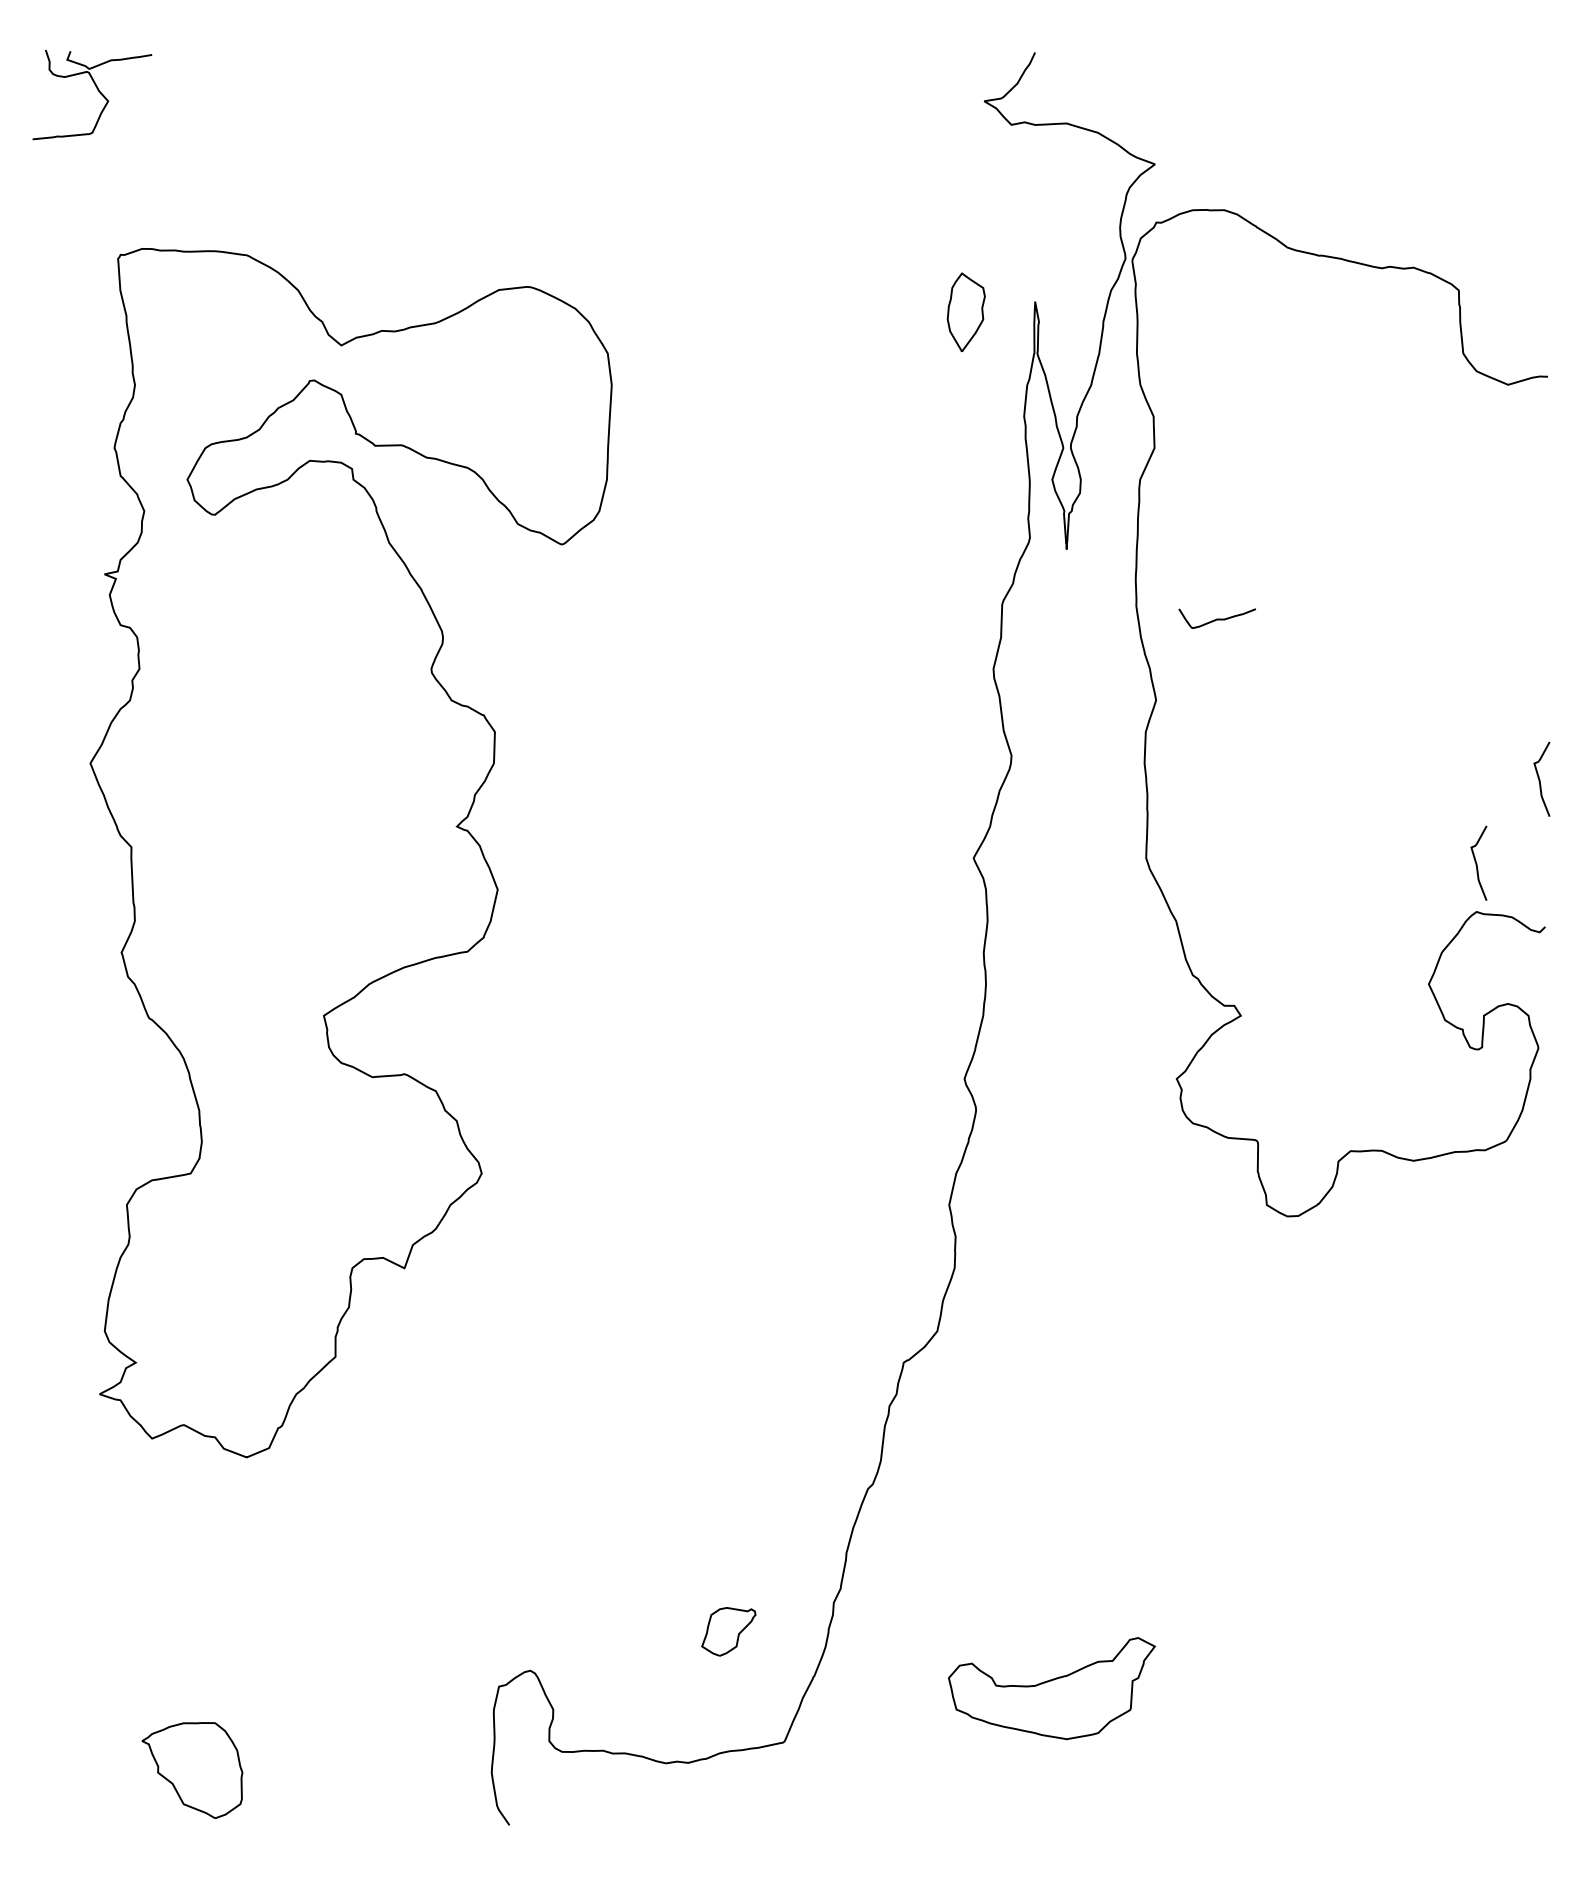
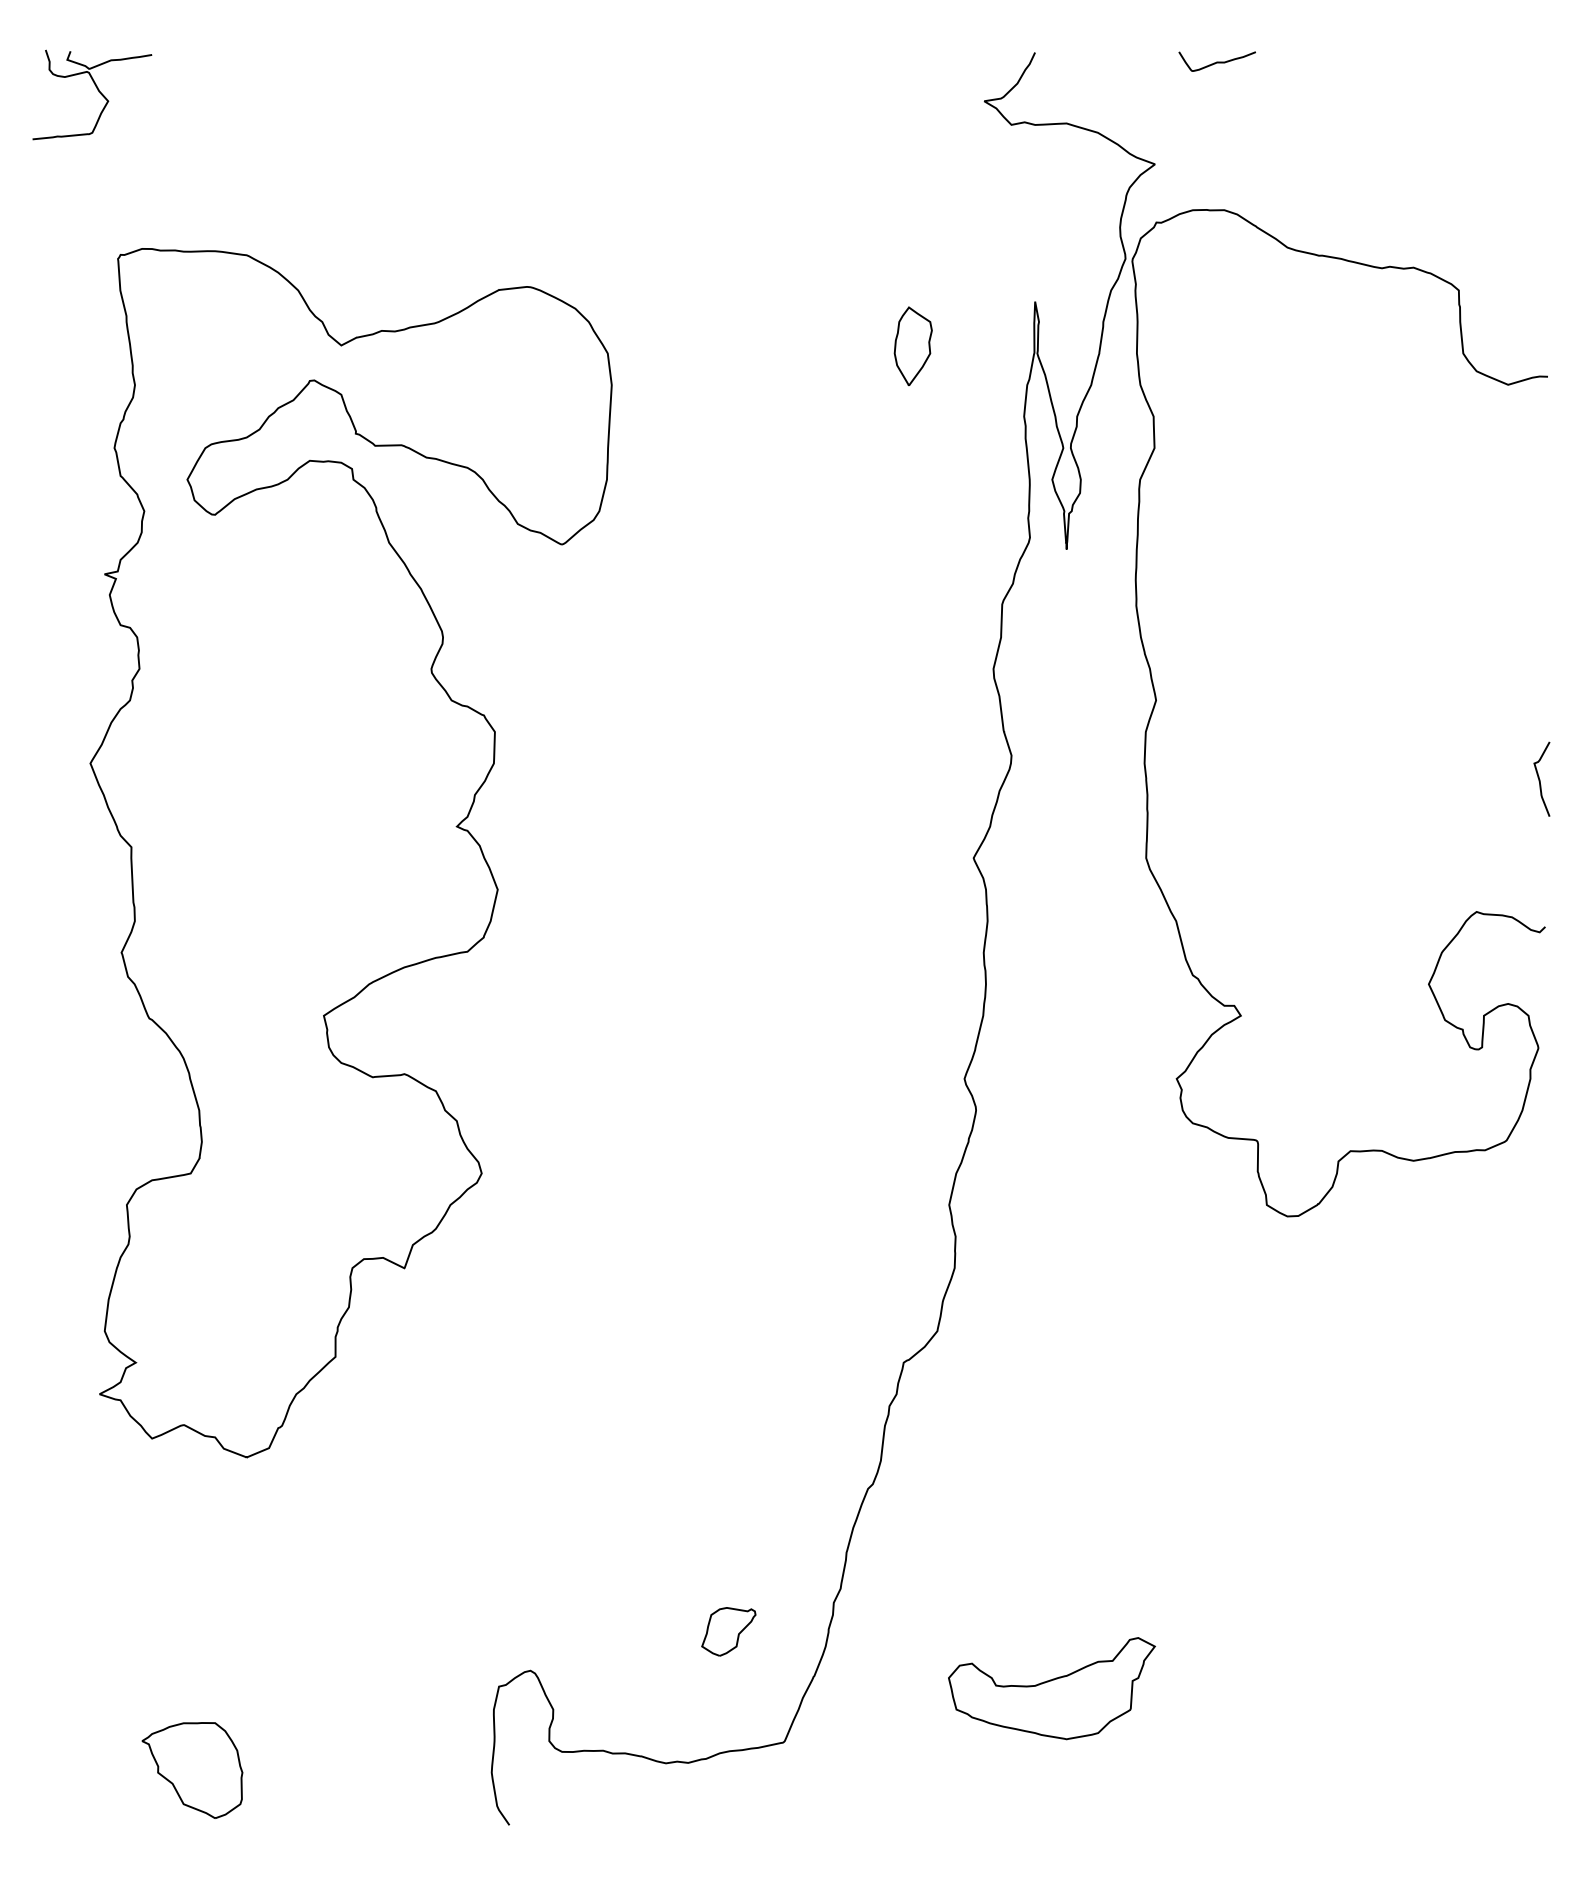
part at (965, 312) position: (965, 312) -> (912, 346)
curve at (1216, 618) position: (1216, 618) -> (1216, 61)
curve at (1477, 863): present -> none
